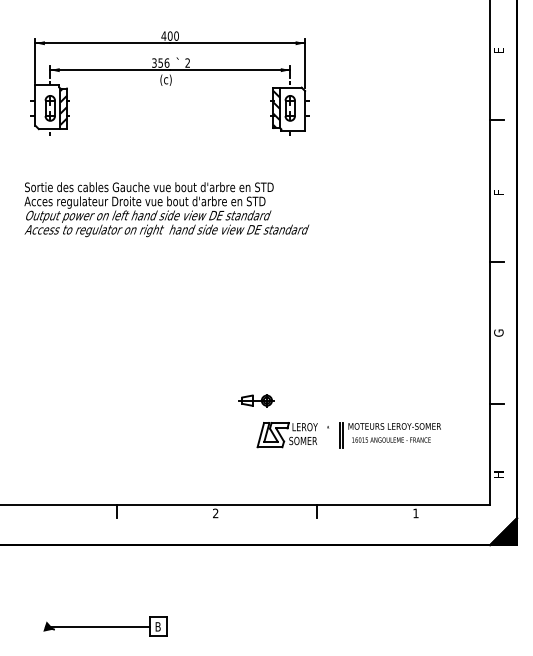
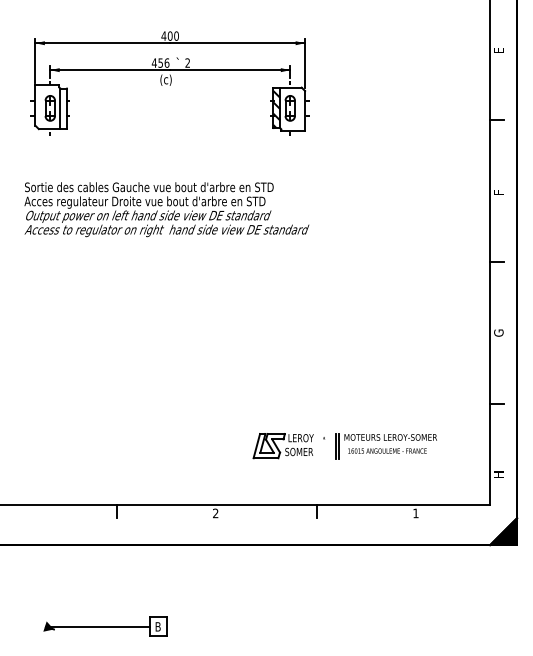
text at (153, 62): 356 -> 456
hatch at (63, 106): present -> none
part at (256, 400): present -> none
part at (348, 435) position: (348, 435) -> (344, 446)
